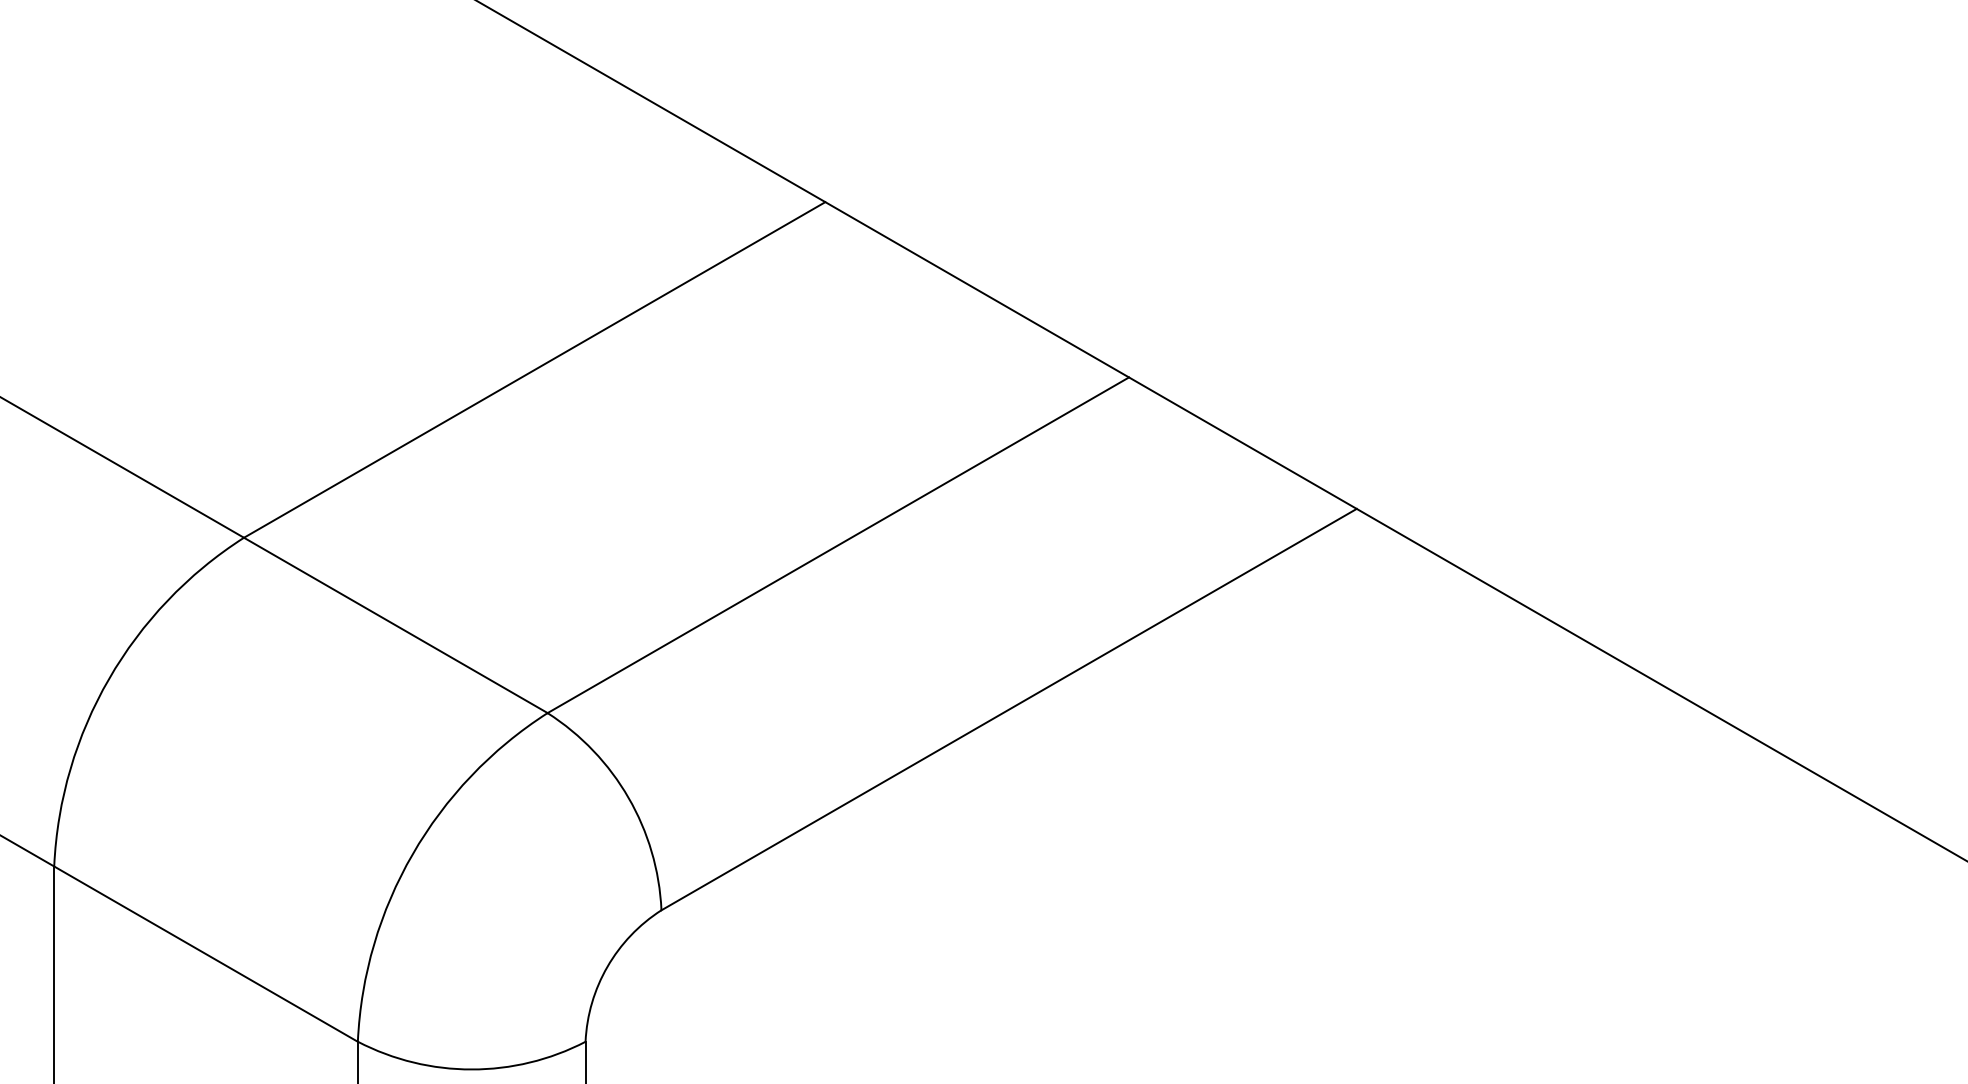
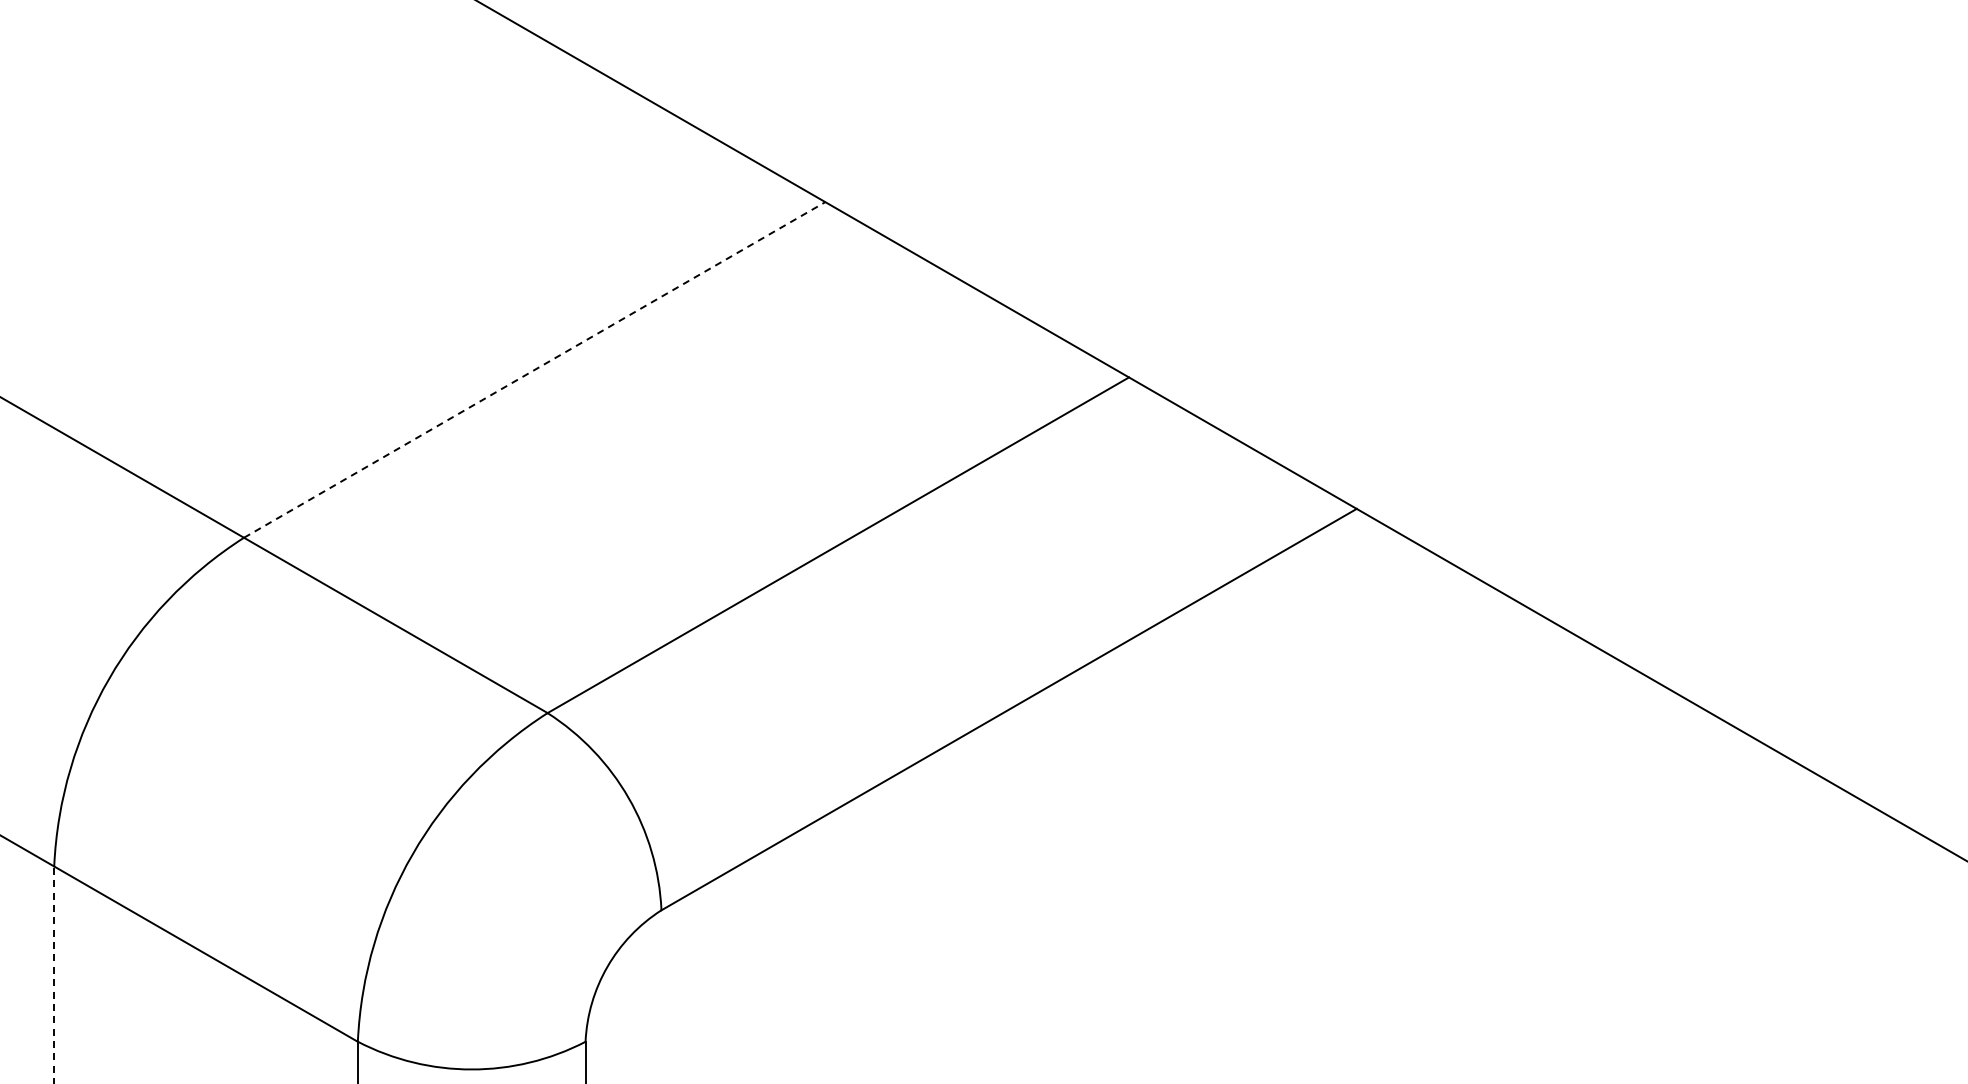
line at (534, 369): solid -> dashed
line at (54, 974): solid -> dashed
